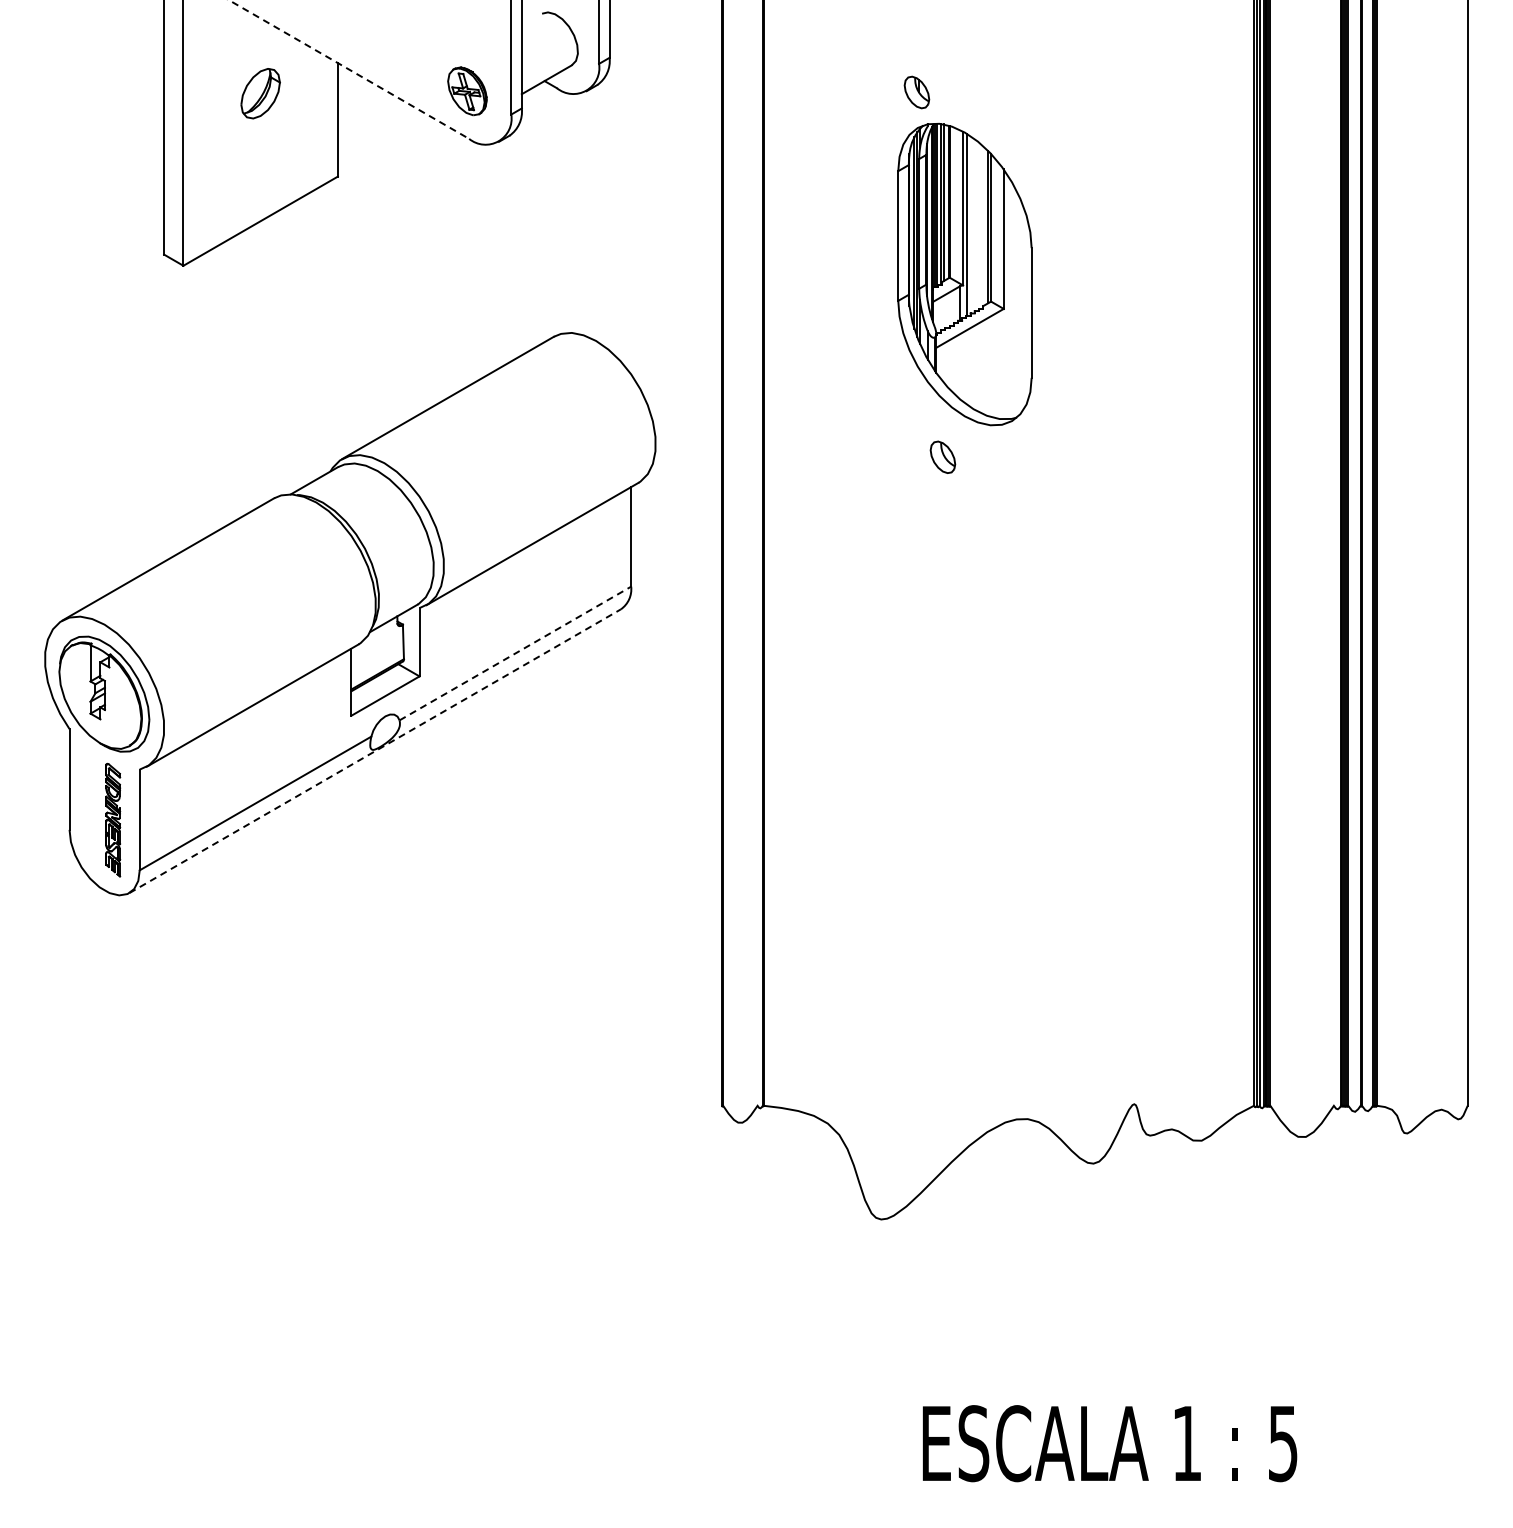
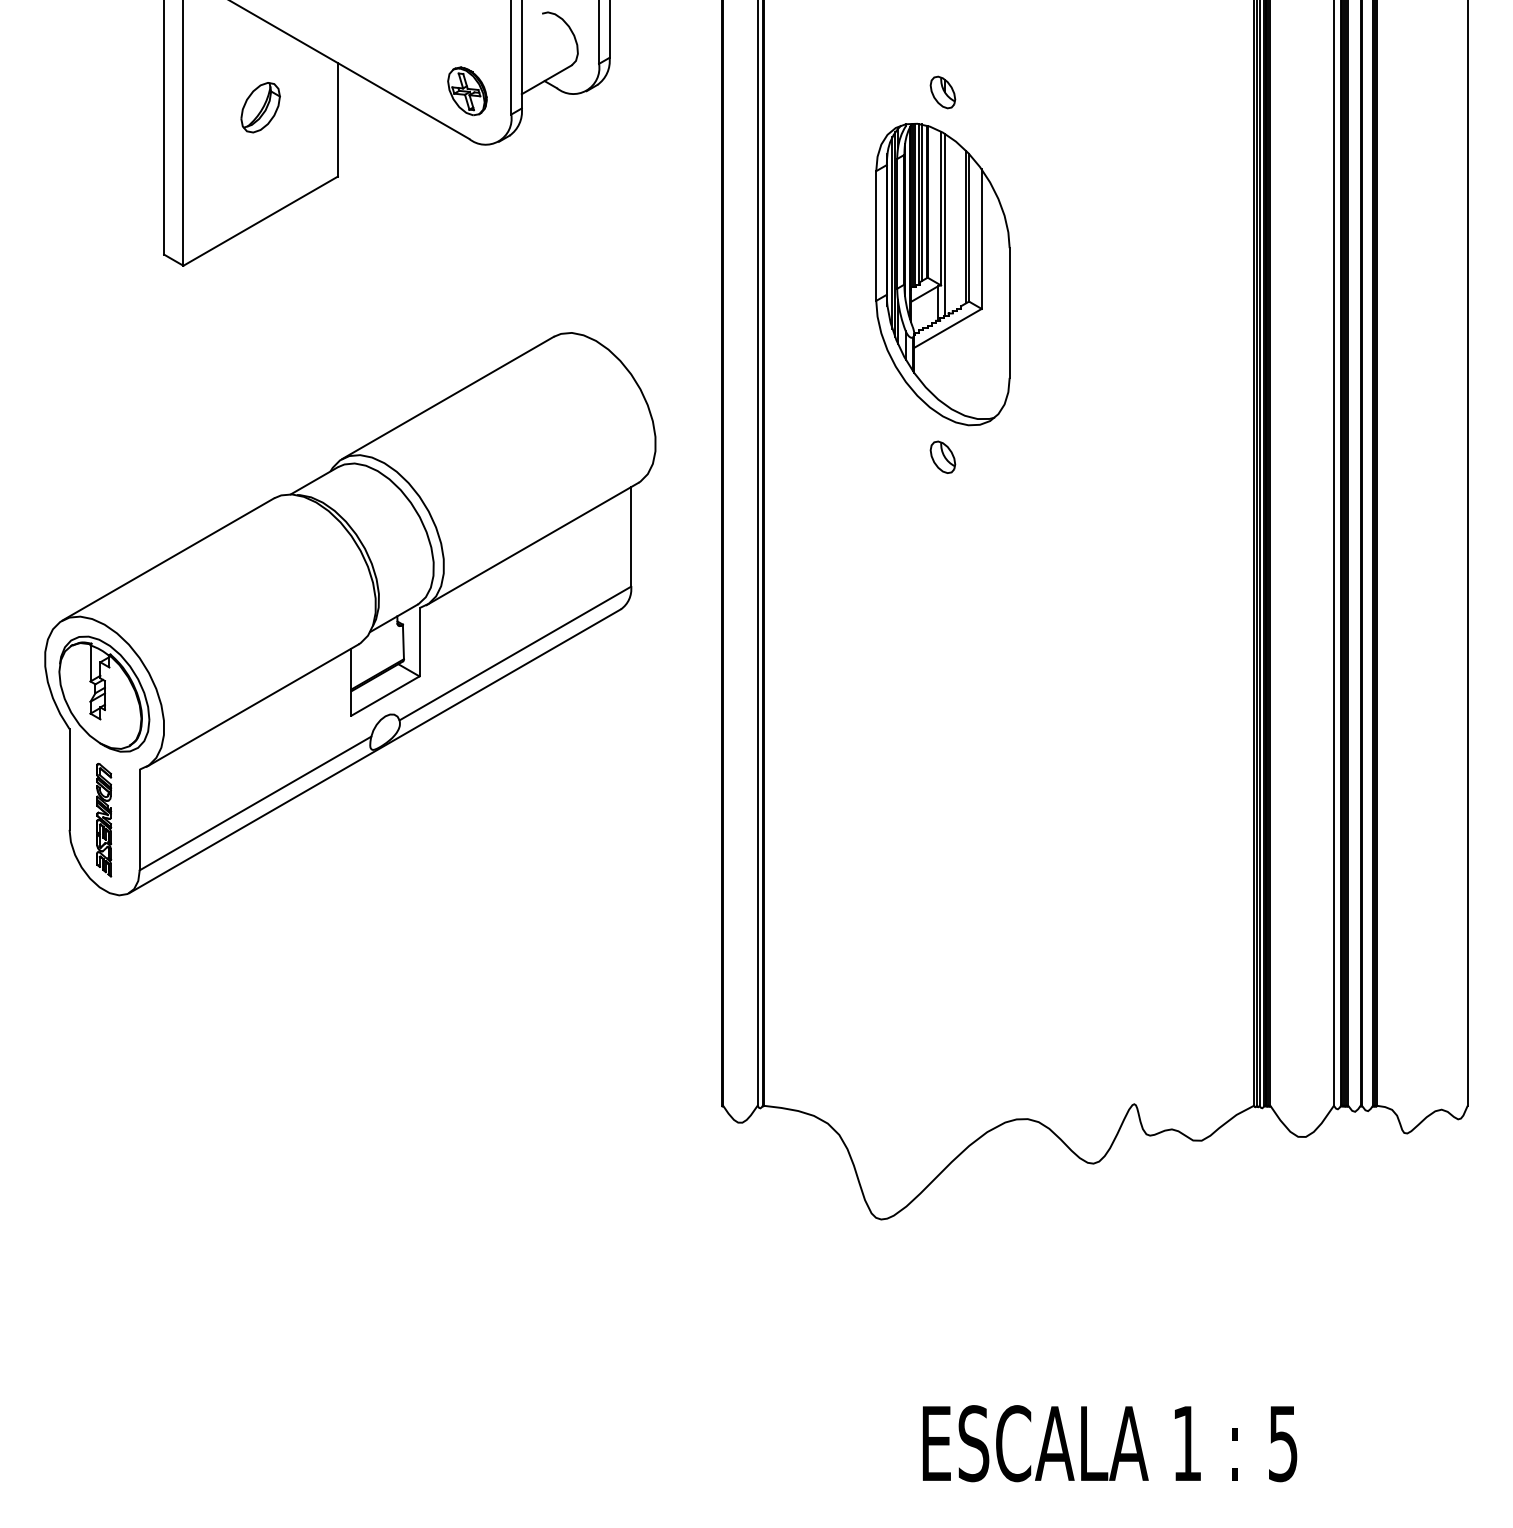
line at (348, 69): dashed -> solid
part at (916, 92) position: (916, 92) -> (942, 92)
part at (260, 93) position: (260, 93) -> (260, 107)
part at (964, 274) position: (964, 274) -> (942, 274)
line at (757, 553): none -> present
line at (1333, 553): none -> present
line at (515, 653): dashed -> solid
line at (375, 751): dashed -> solid
part at (113, 819) position: (113, 819) -> (104, 819)
